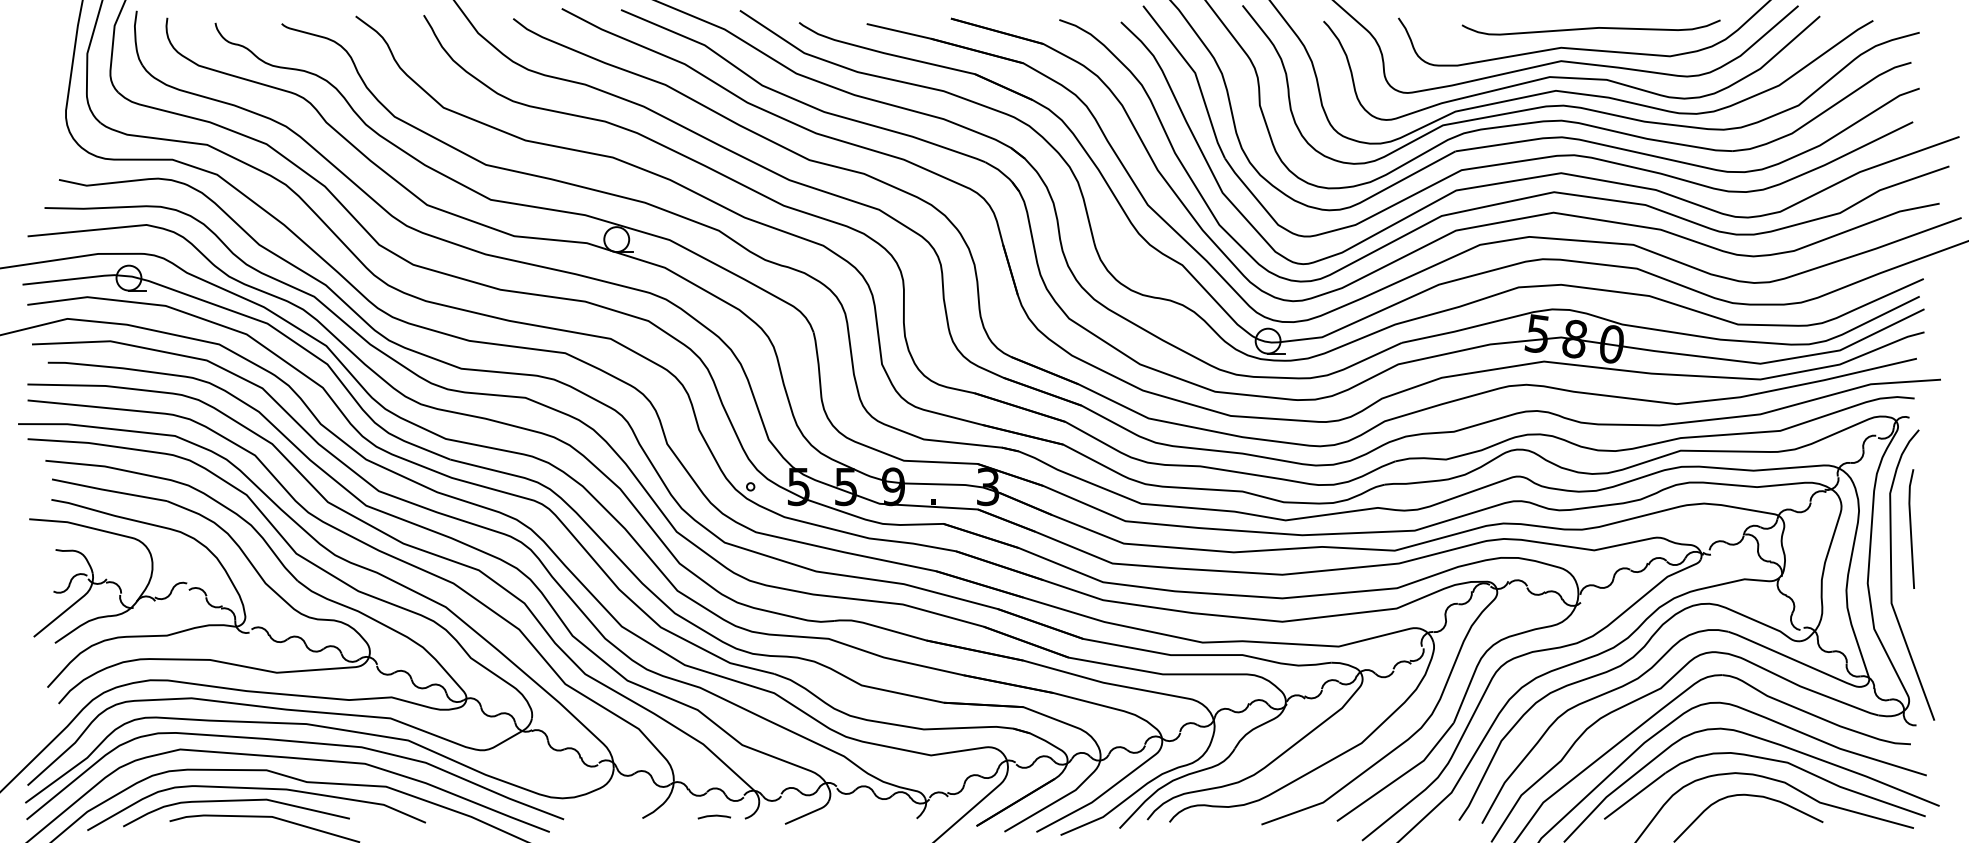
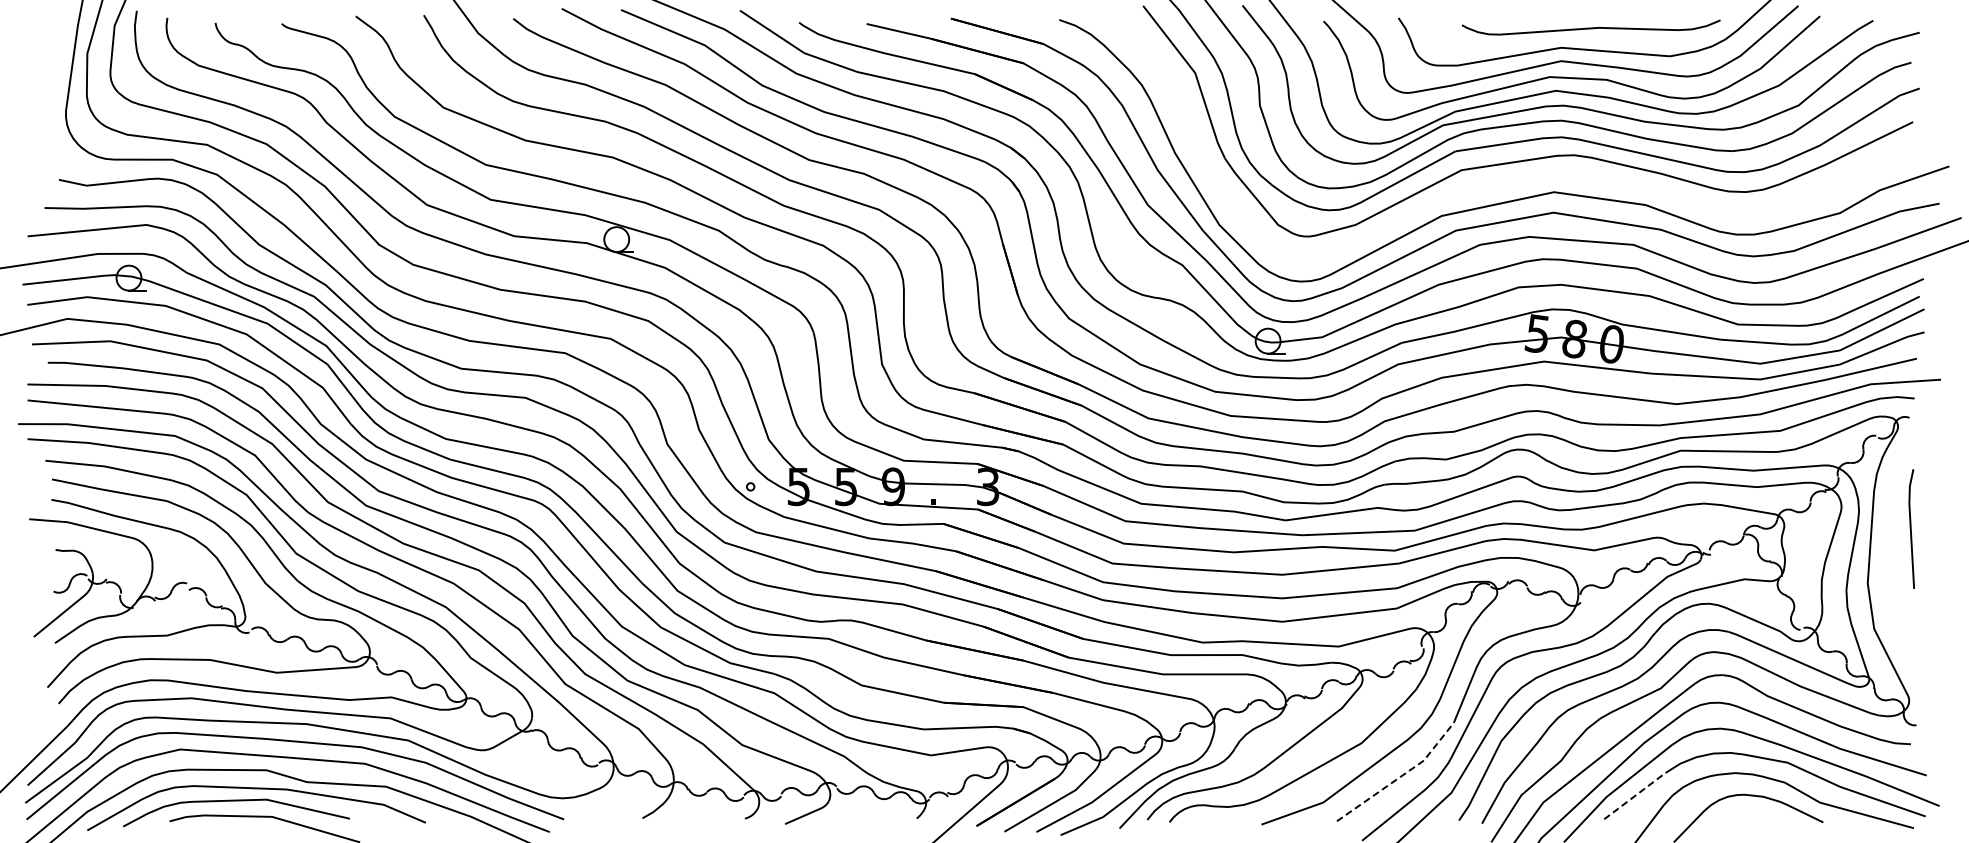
curve at (1545, 174): present -> none
curve at (1892, 574): present -> none
line at (1401, 776): solid -> dashed
line at (1635, 795): solid -> dashed
line at (714, 816): present -> none
